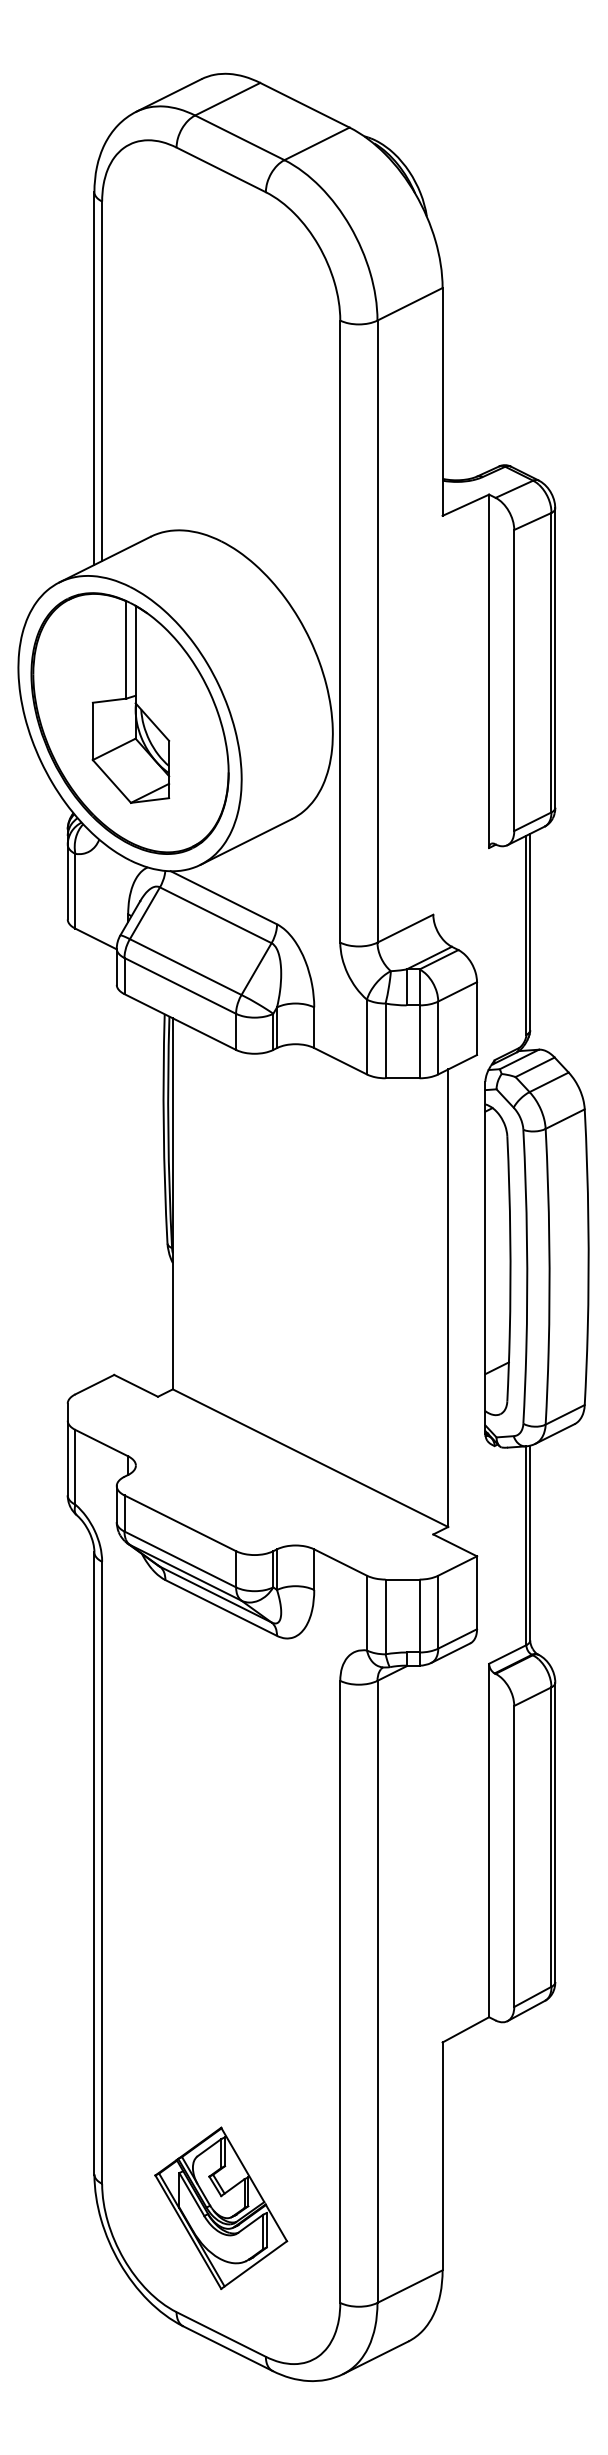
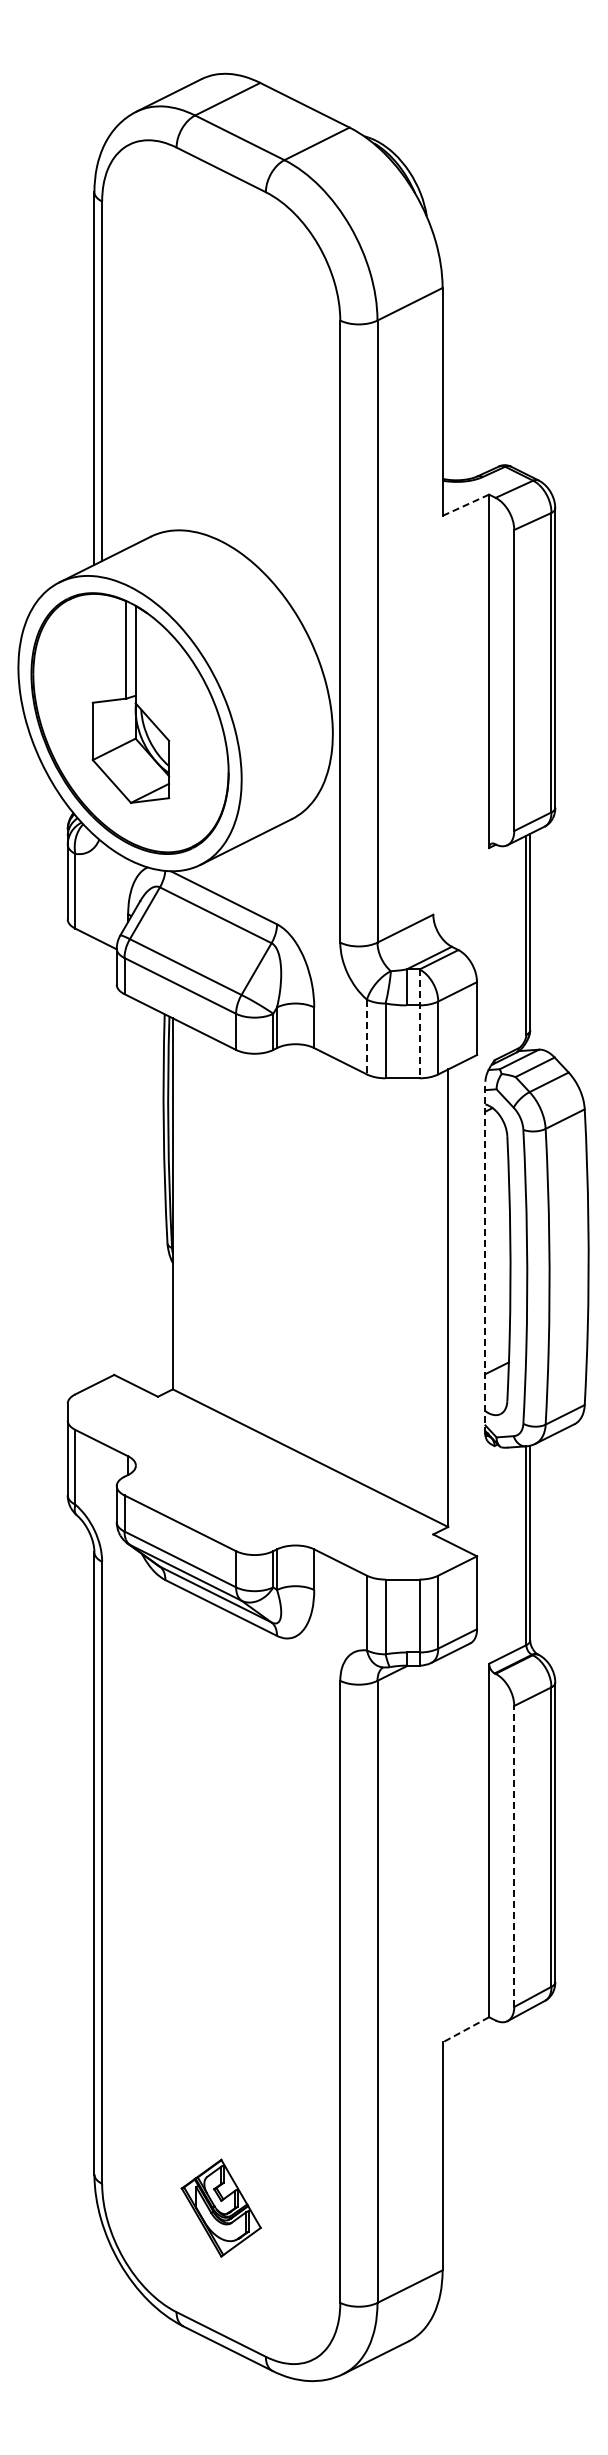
line at (465, 505): solid -> dashed
line at (419, 1024): solid -> dashed
line at (366, 1037): solid -> dashed
line at (485, 1257): solid -> dashed
line at (514, 1856): solid -> dashed
line at (465, 2030): solid -> dashed
part at (221, 2207) size: 135x164 px -> 82x100 px
